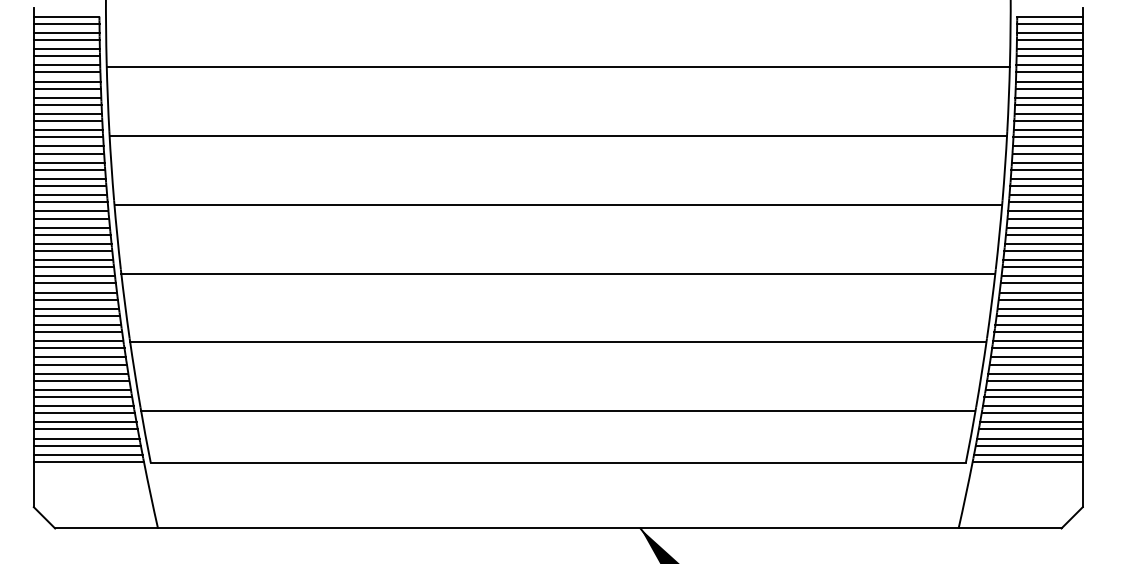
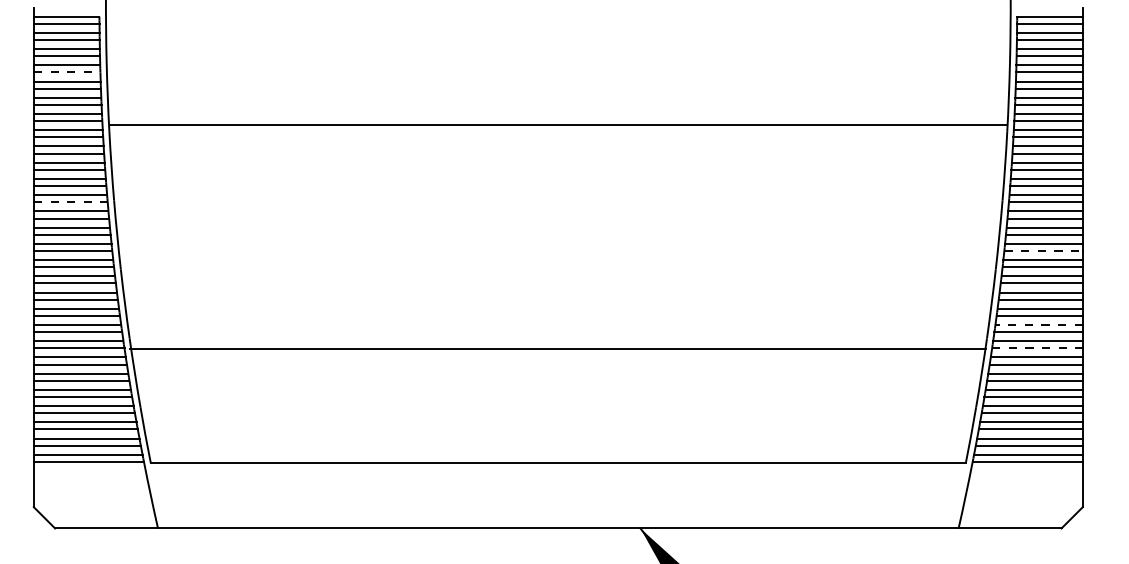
line at (557, 67): present -> none
line at (67, 72): solid -> dashed
line at (557, 136) position: (557, 136) -> (557, 125)
line at (70, 202): solid -> dashed
line at (558, 204): present -> none
line at (1044, 250): solid -> dashed
line at (558, 273): present -> none
line at (1039, 324): solid -> dashed
line at (558, 342) position: (558, 342) -> (558, 349)
line at (1037, 348): solid -> dashed
line at (558, 411): present -> none
